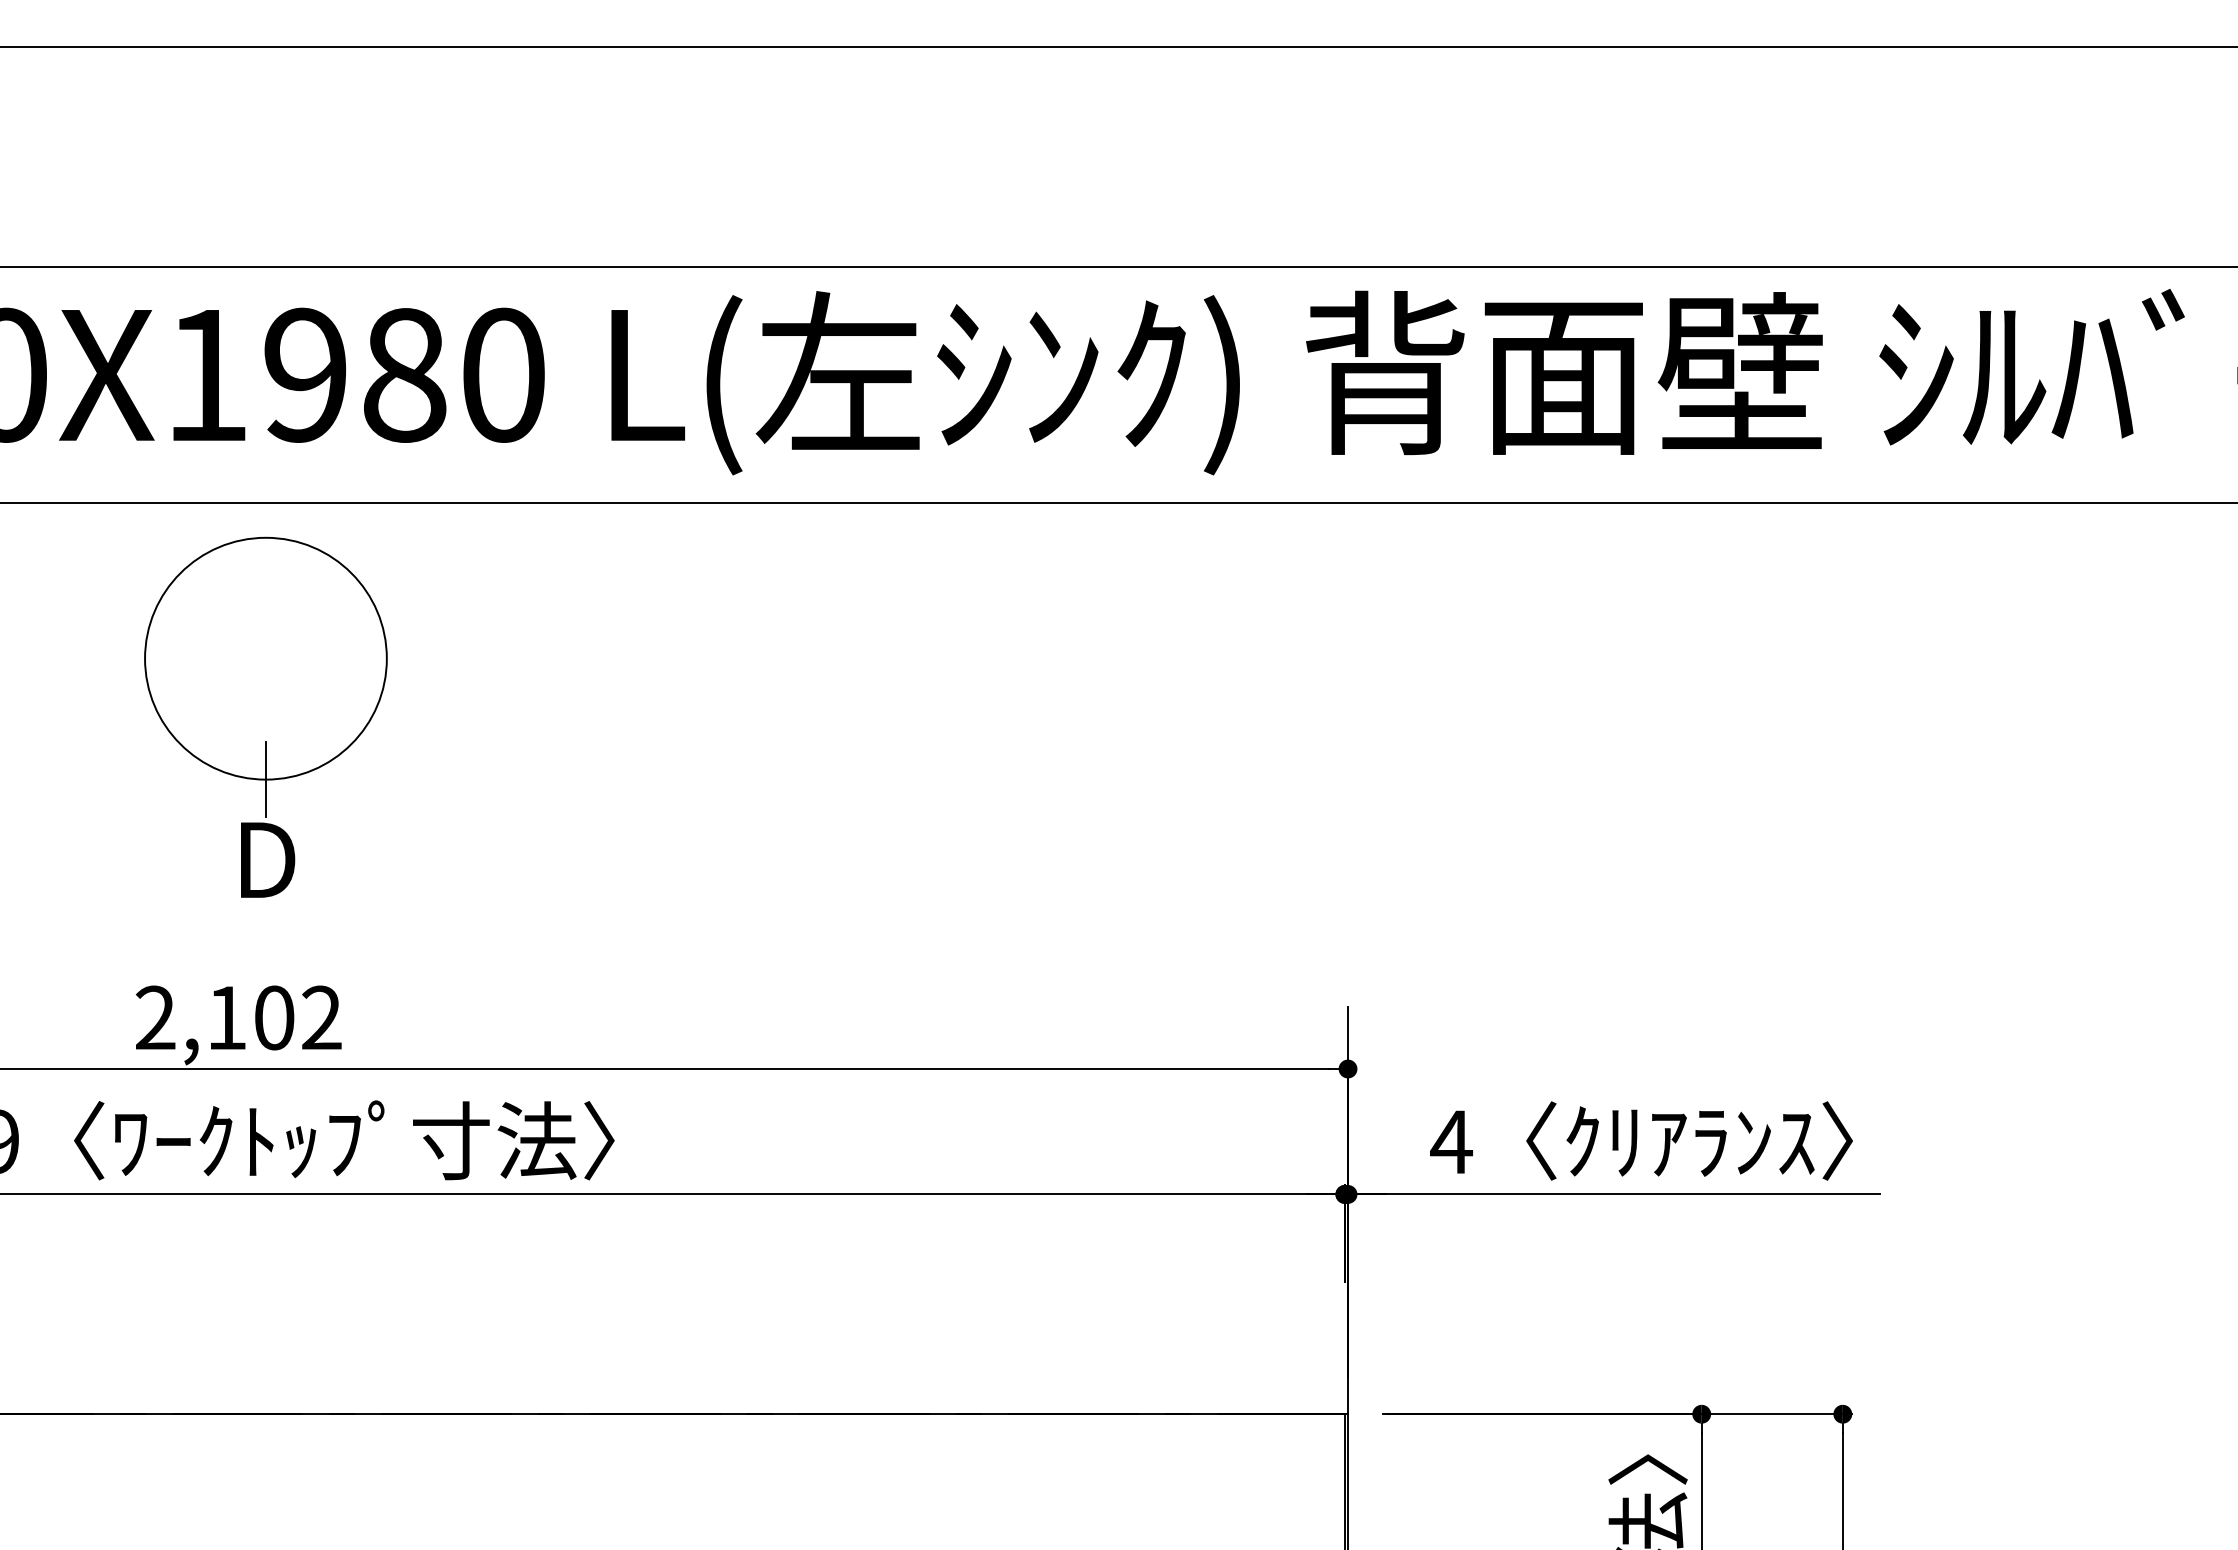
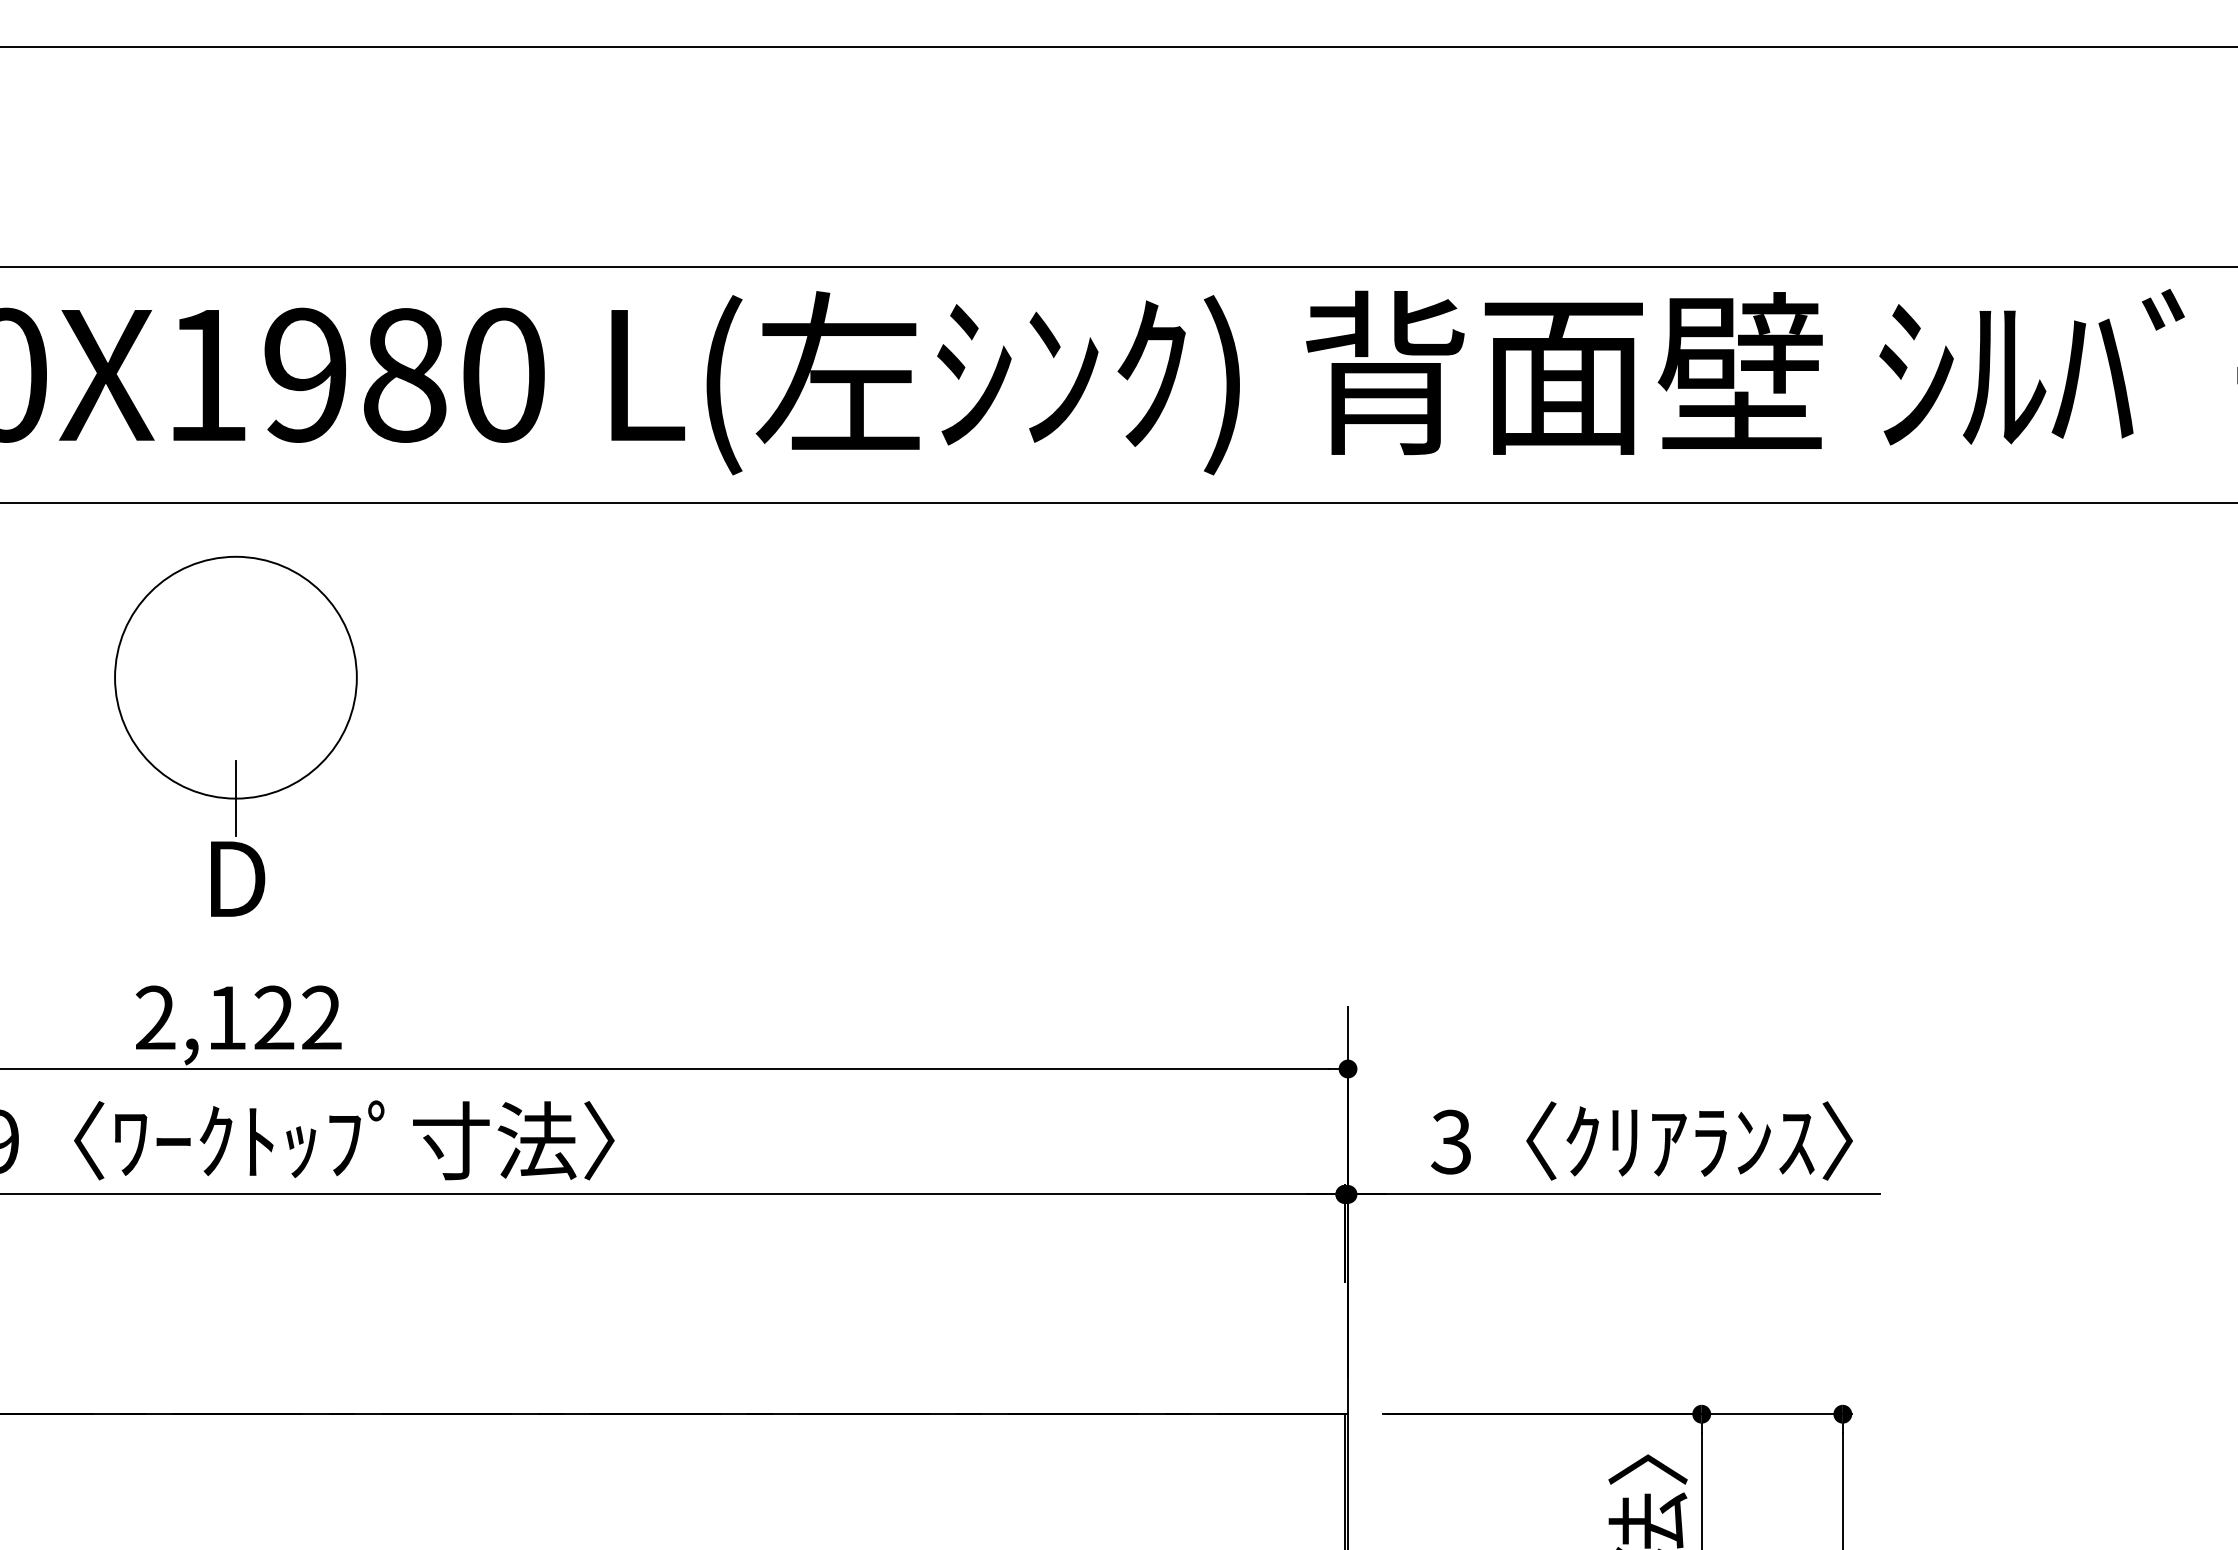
part at (265, 716) position: (265, 716) -> (235, 735)
text at (274, 1017): 2,102 -> 2,122
text at (1451, 1141): 4 -> 3
